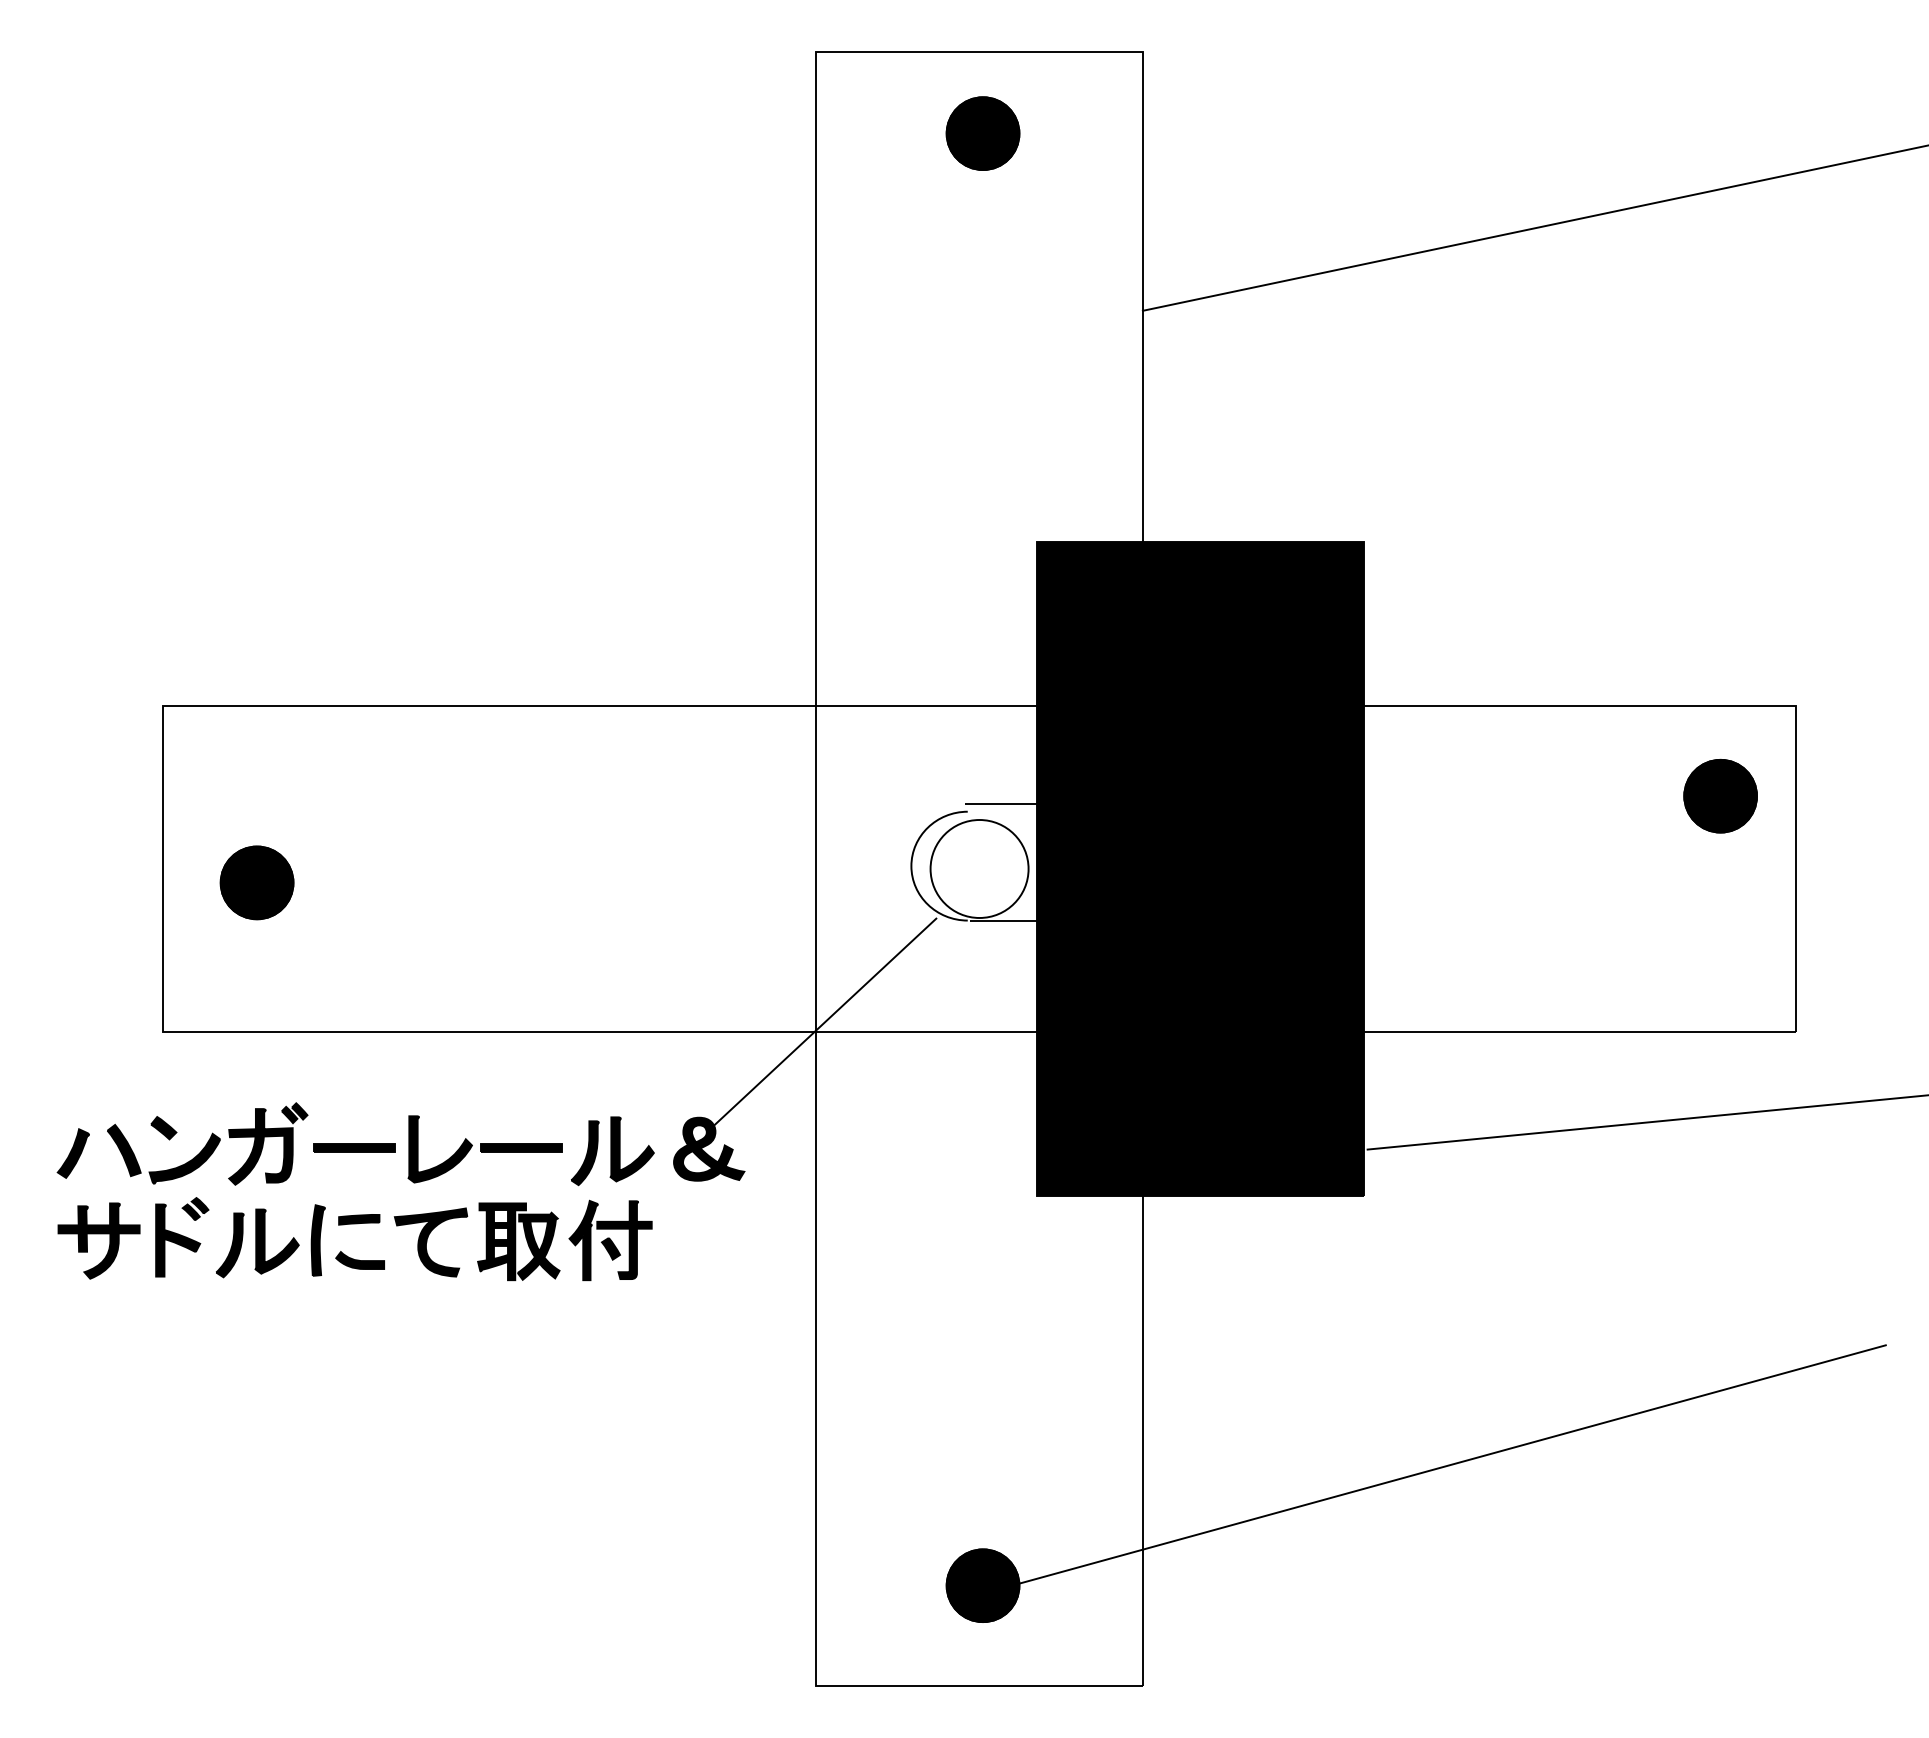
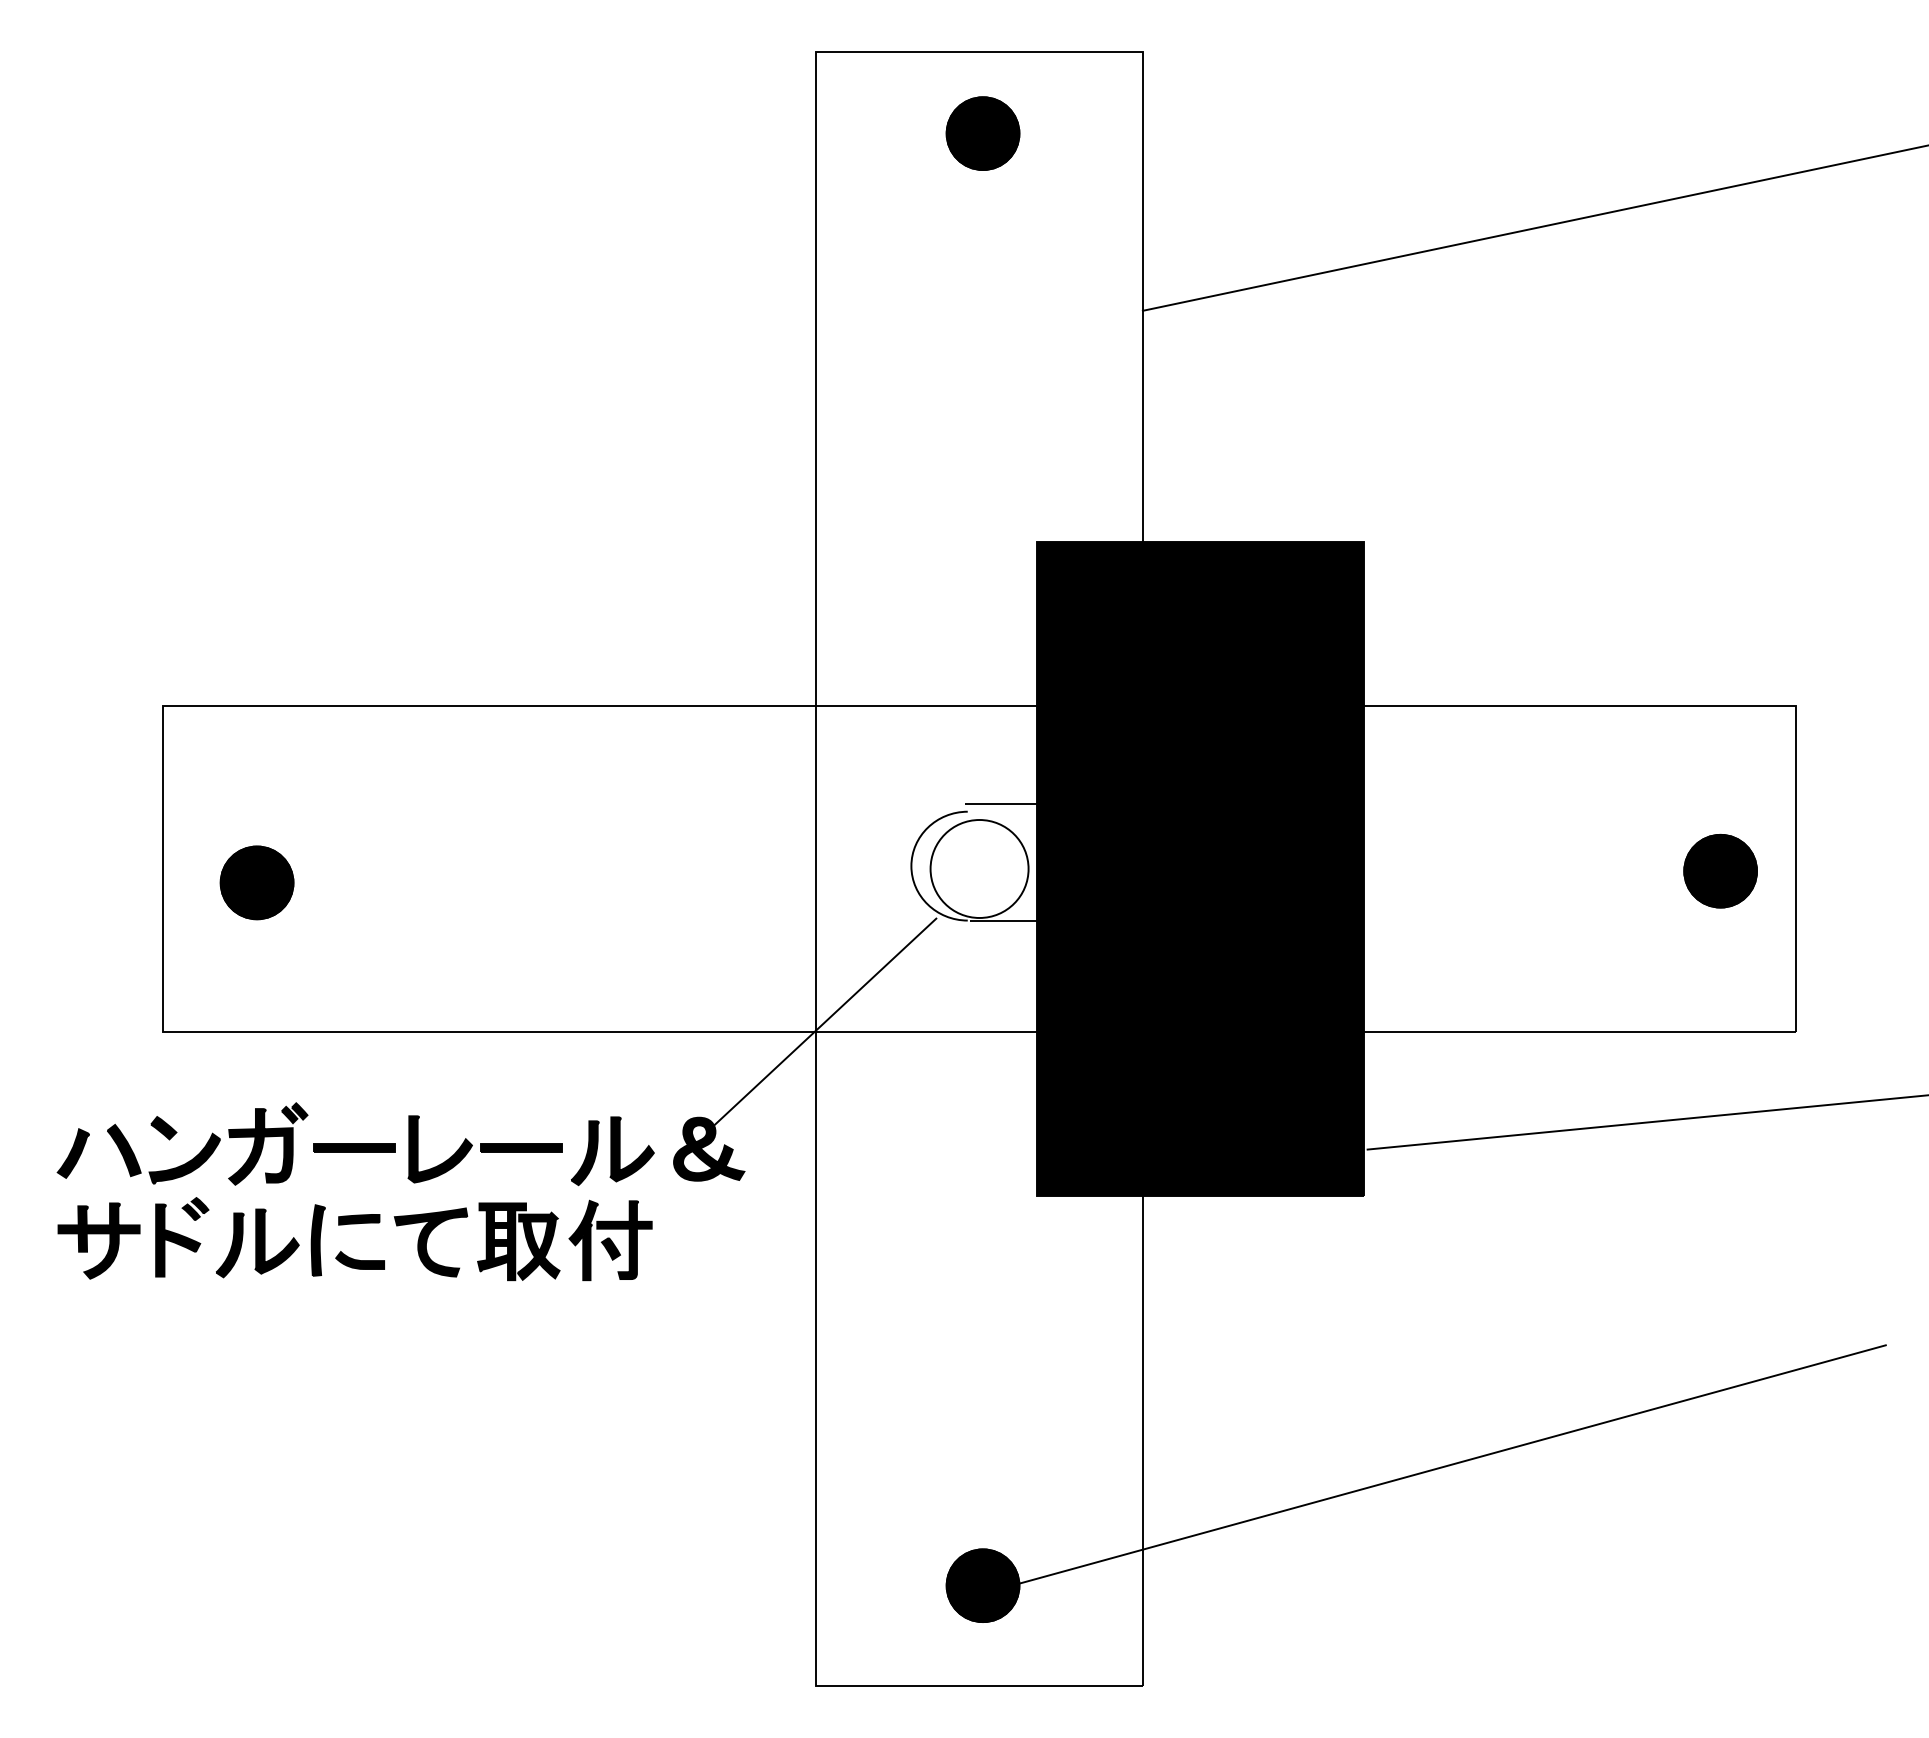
part at (1720, 796) position: (1720, 796) -> (1720, 871)
